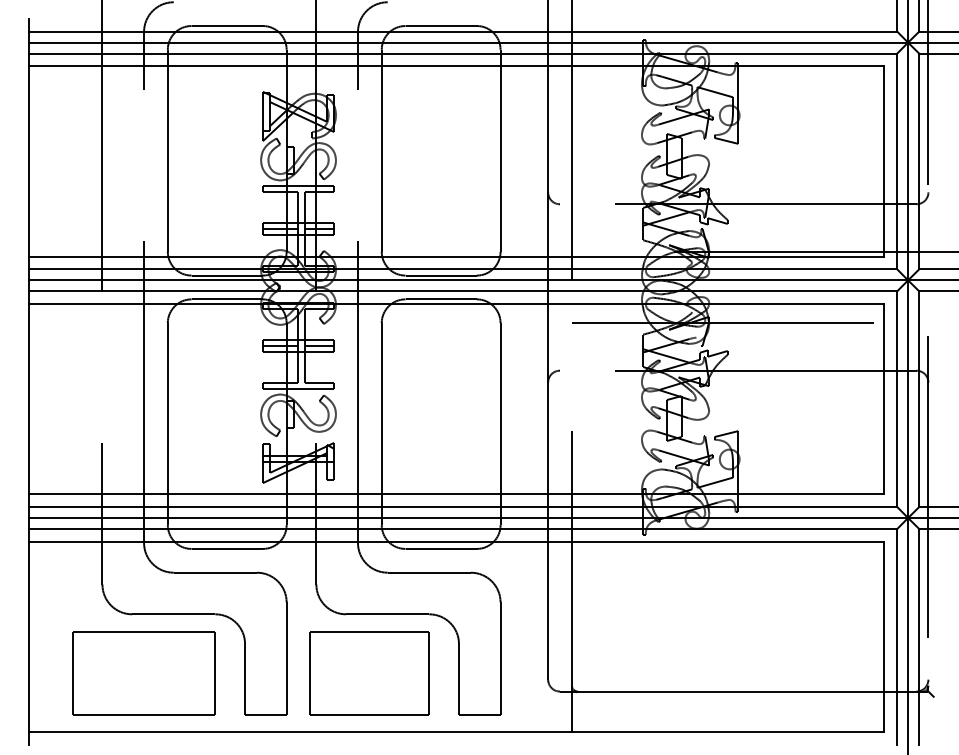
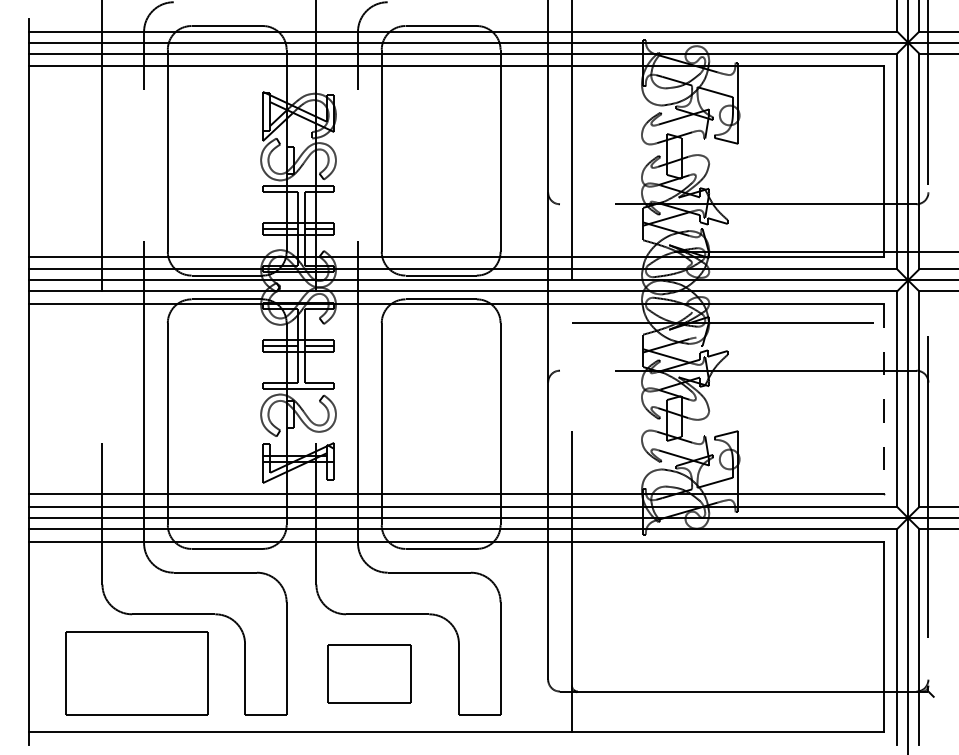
line at (884, 399): solid -> dashed
part at (143, 673) position: (143, 673) -> (136, 673)
part at (369, 673) size: 121x85 px -> 85x60 px
